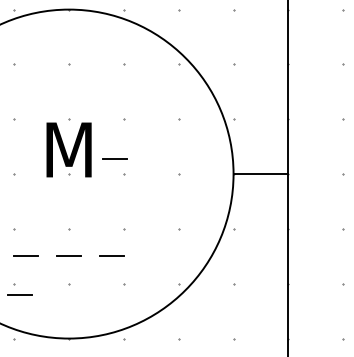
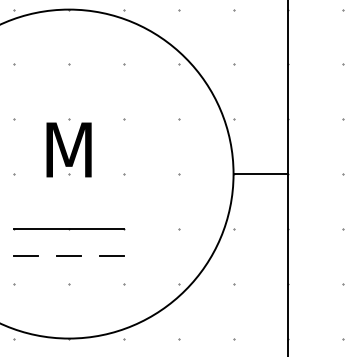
line at (114, 158): present -> none
line at (68, 228): none -> present
line at (19, 294): present -> none
